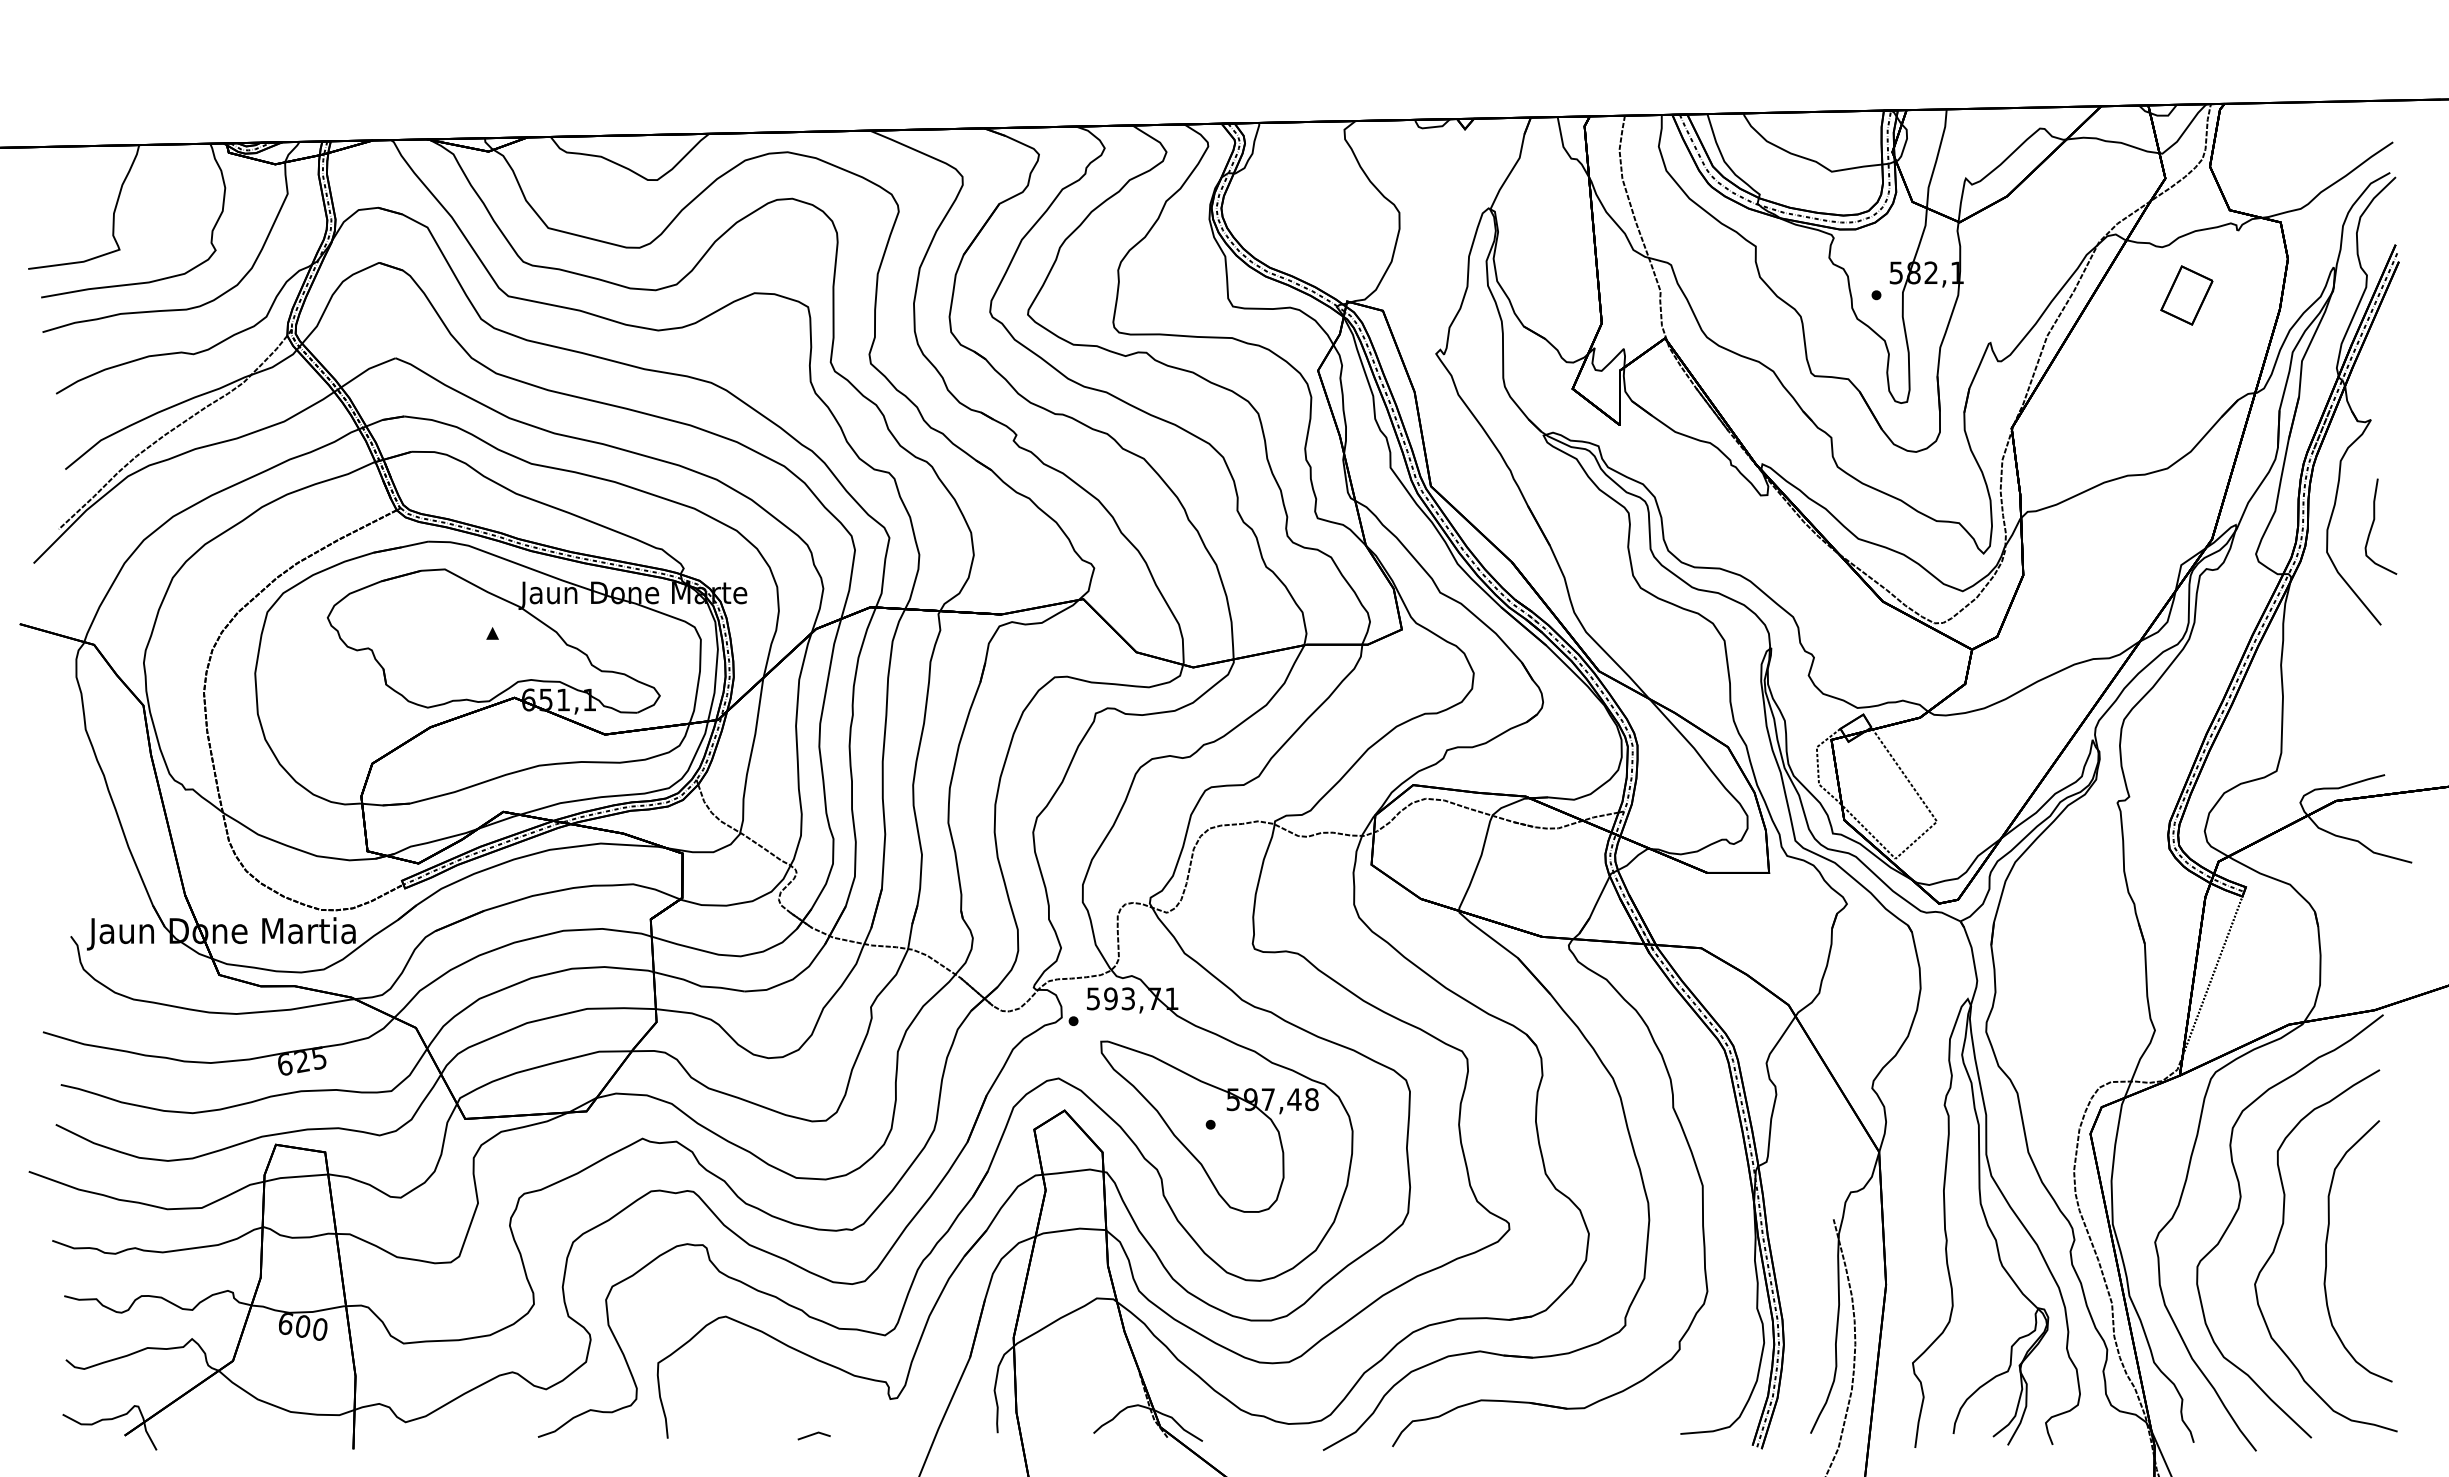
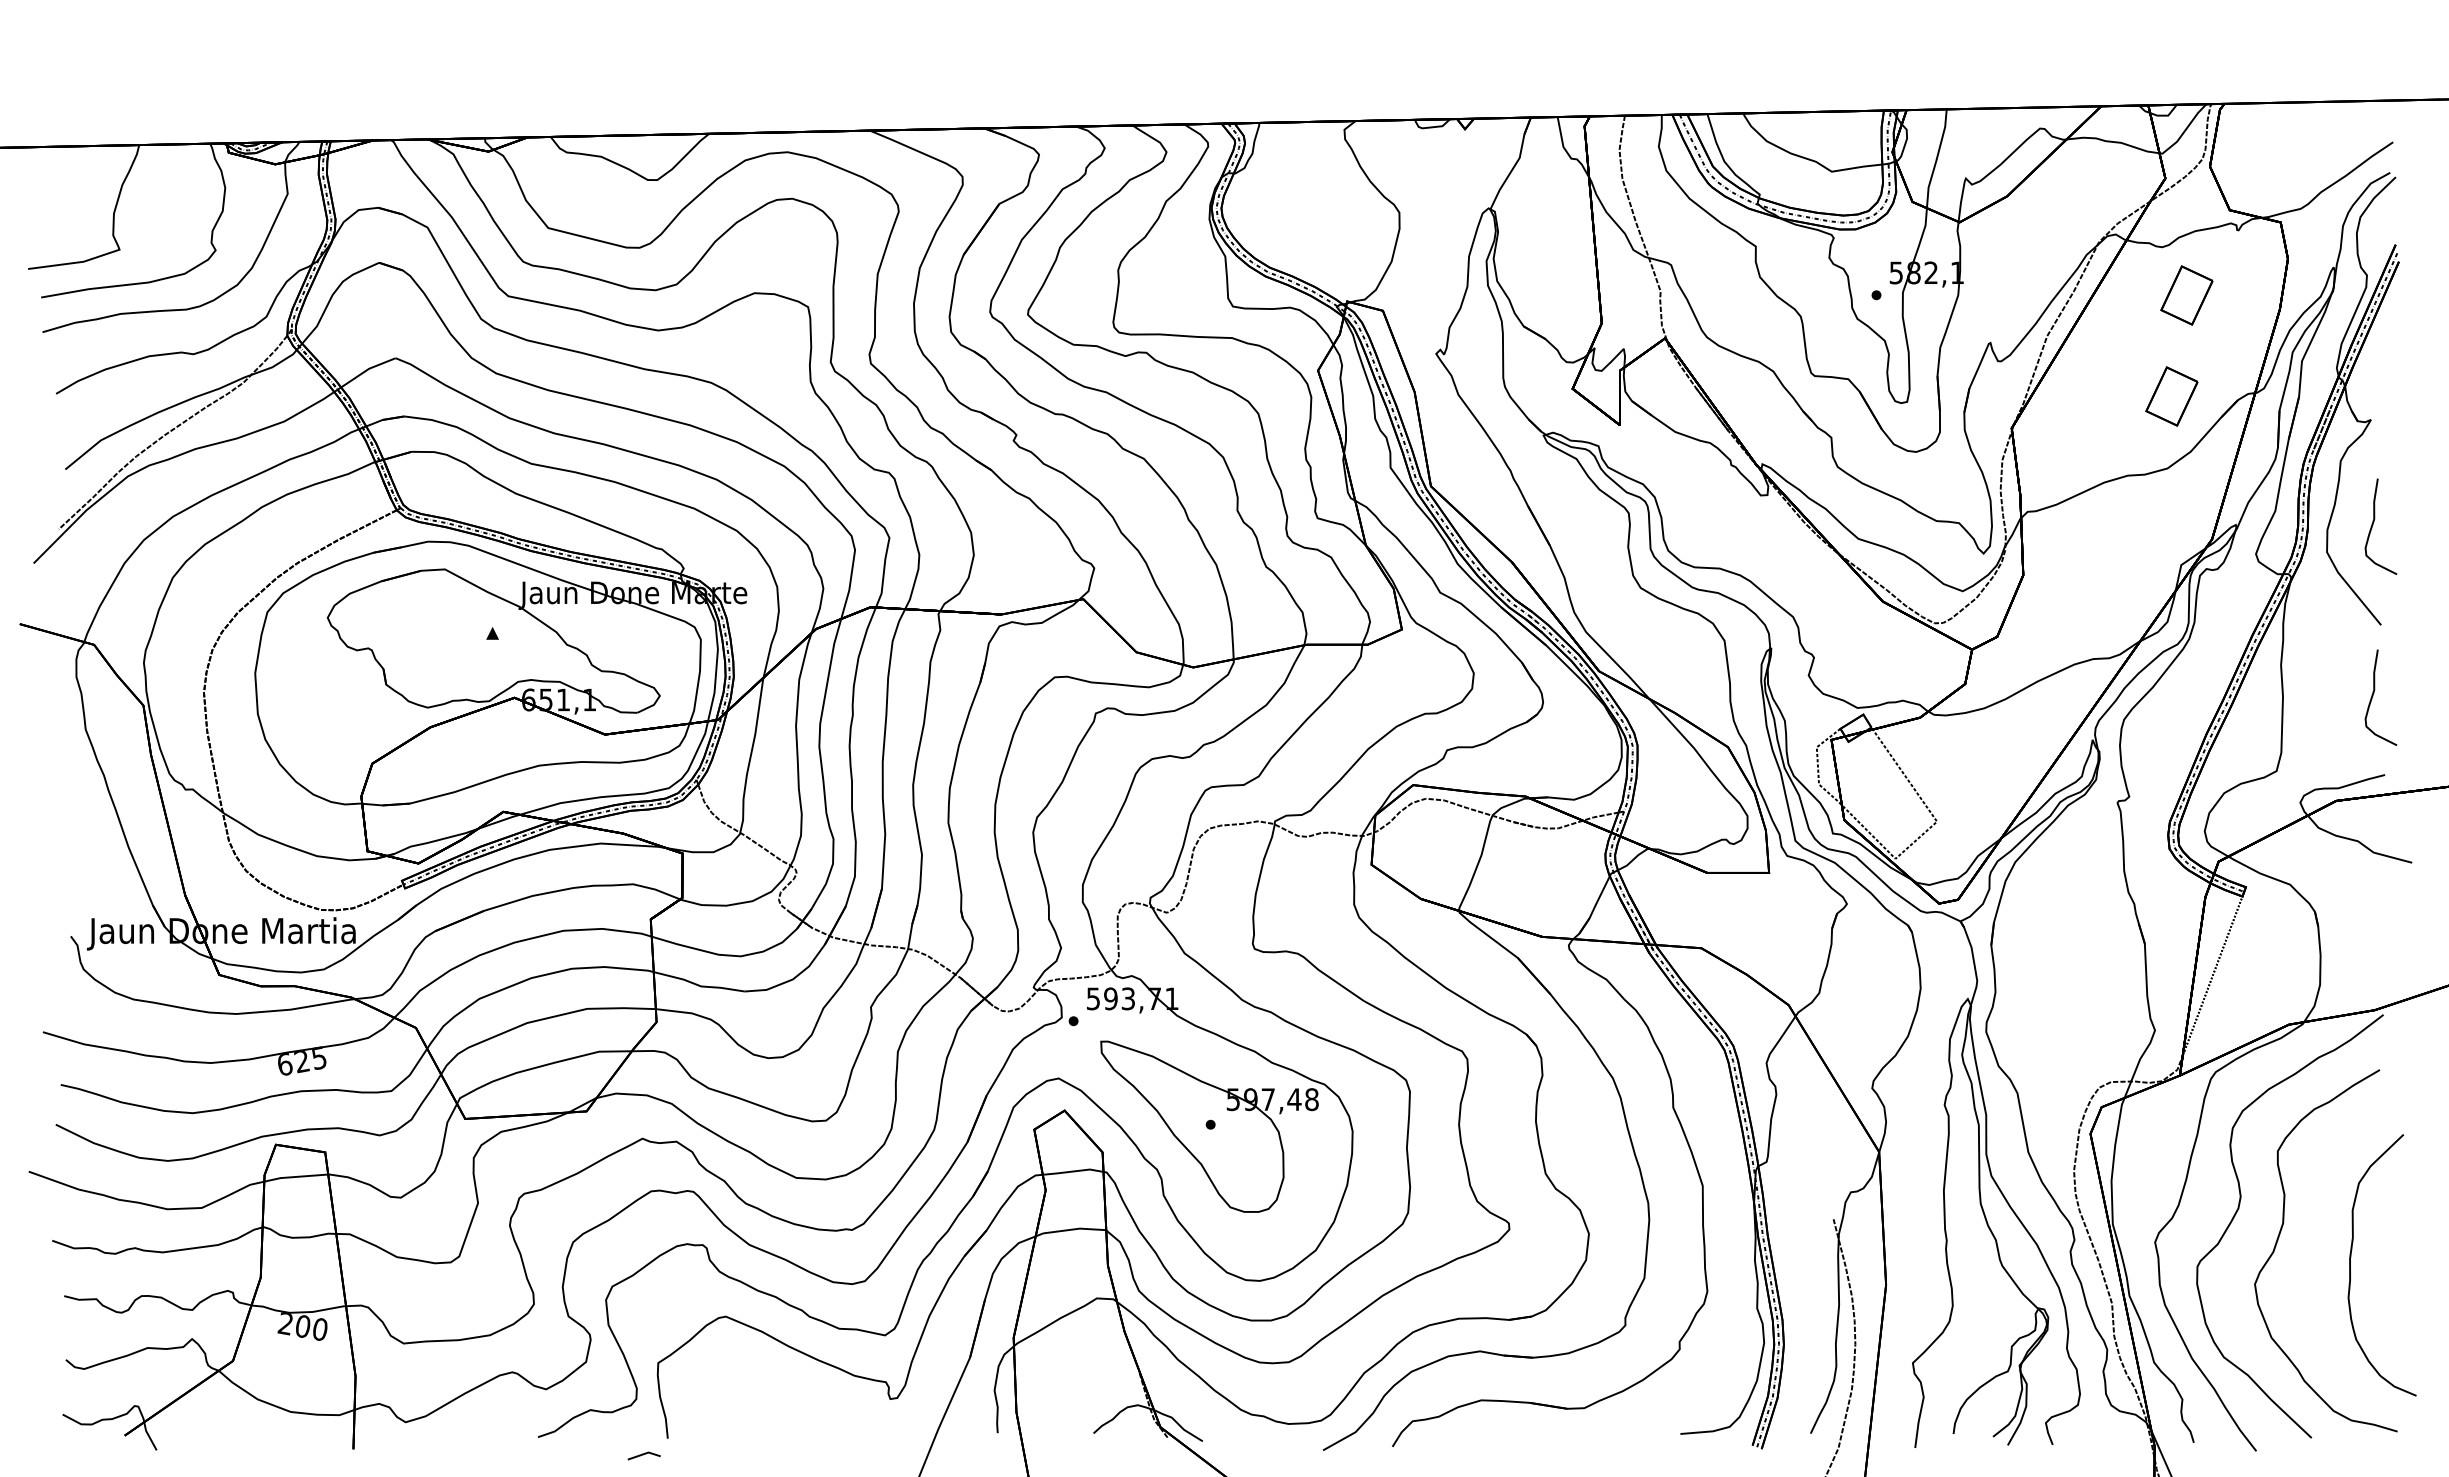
part at (2171, 396): none -> present
curve at (2373, 696): none -> present
curve at (2326, 1251) position: (2326, 1251) -> (2350, 1265)
text at (285, 1323): 600 -> 200
line at (813, 1435) position: (813, 1435) -> (643, 1455)
